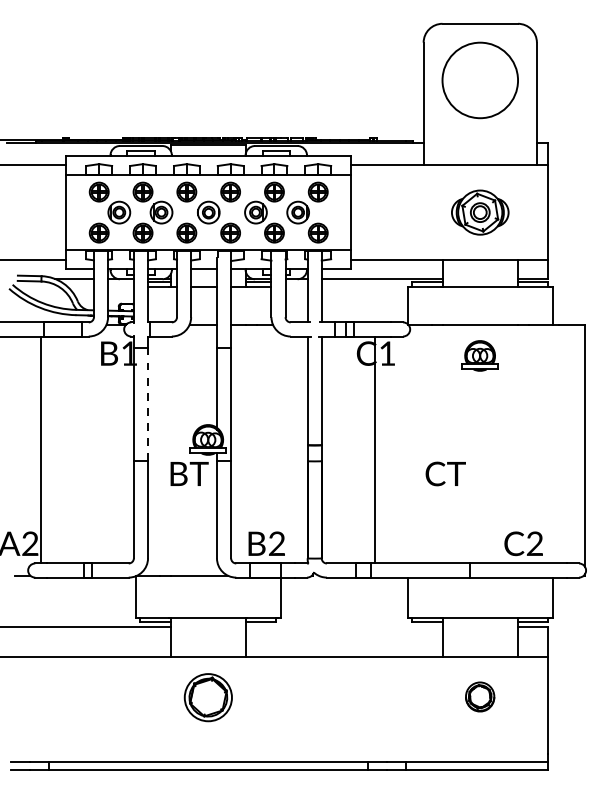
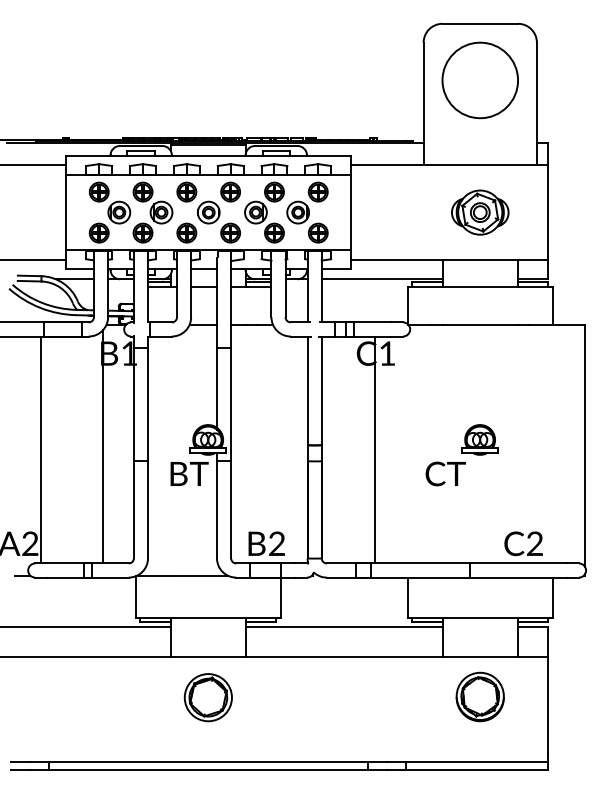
part at (479, 355) position: (479, 355) -> (479, 439)
line at (148, 404): dashed -> solid
line at (103, 446): none -> present
line at (343, 626): none -> present
part at (480, 696) size: 31x32 px -> 50x52 px
